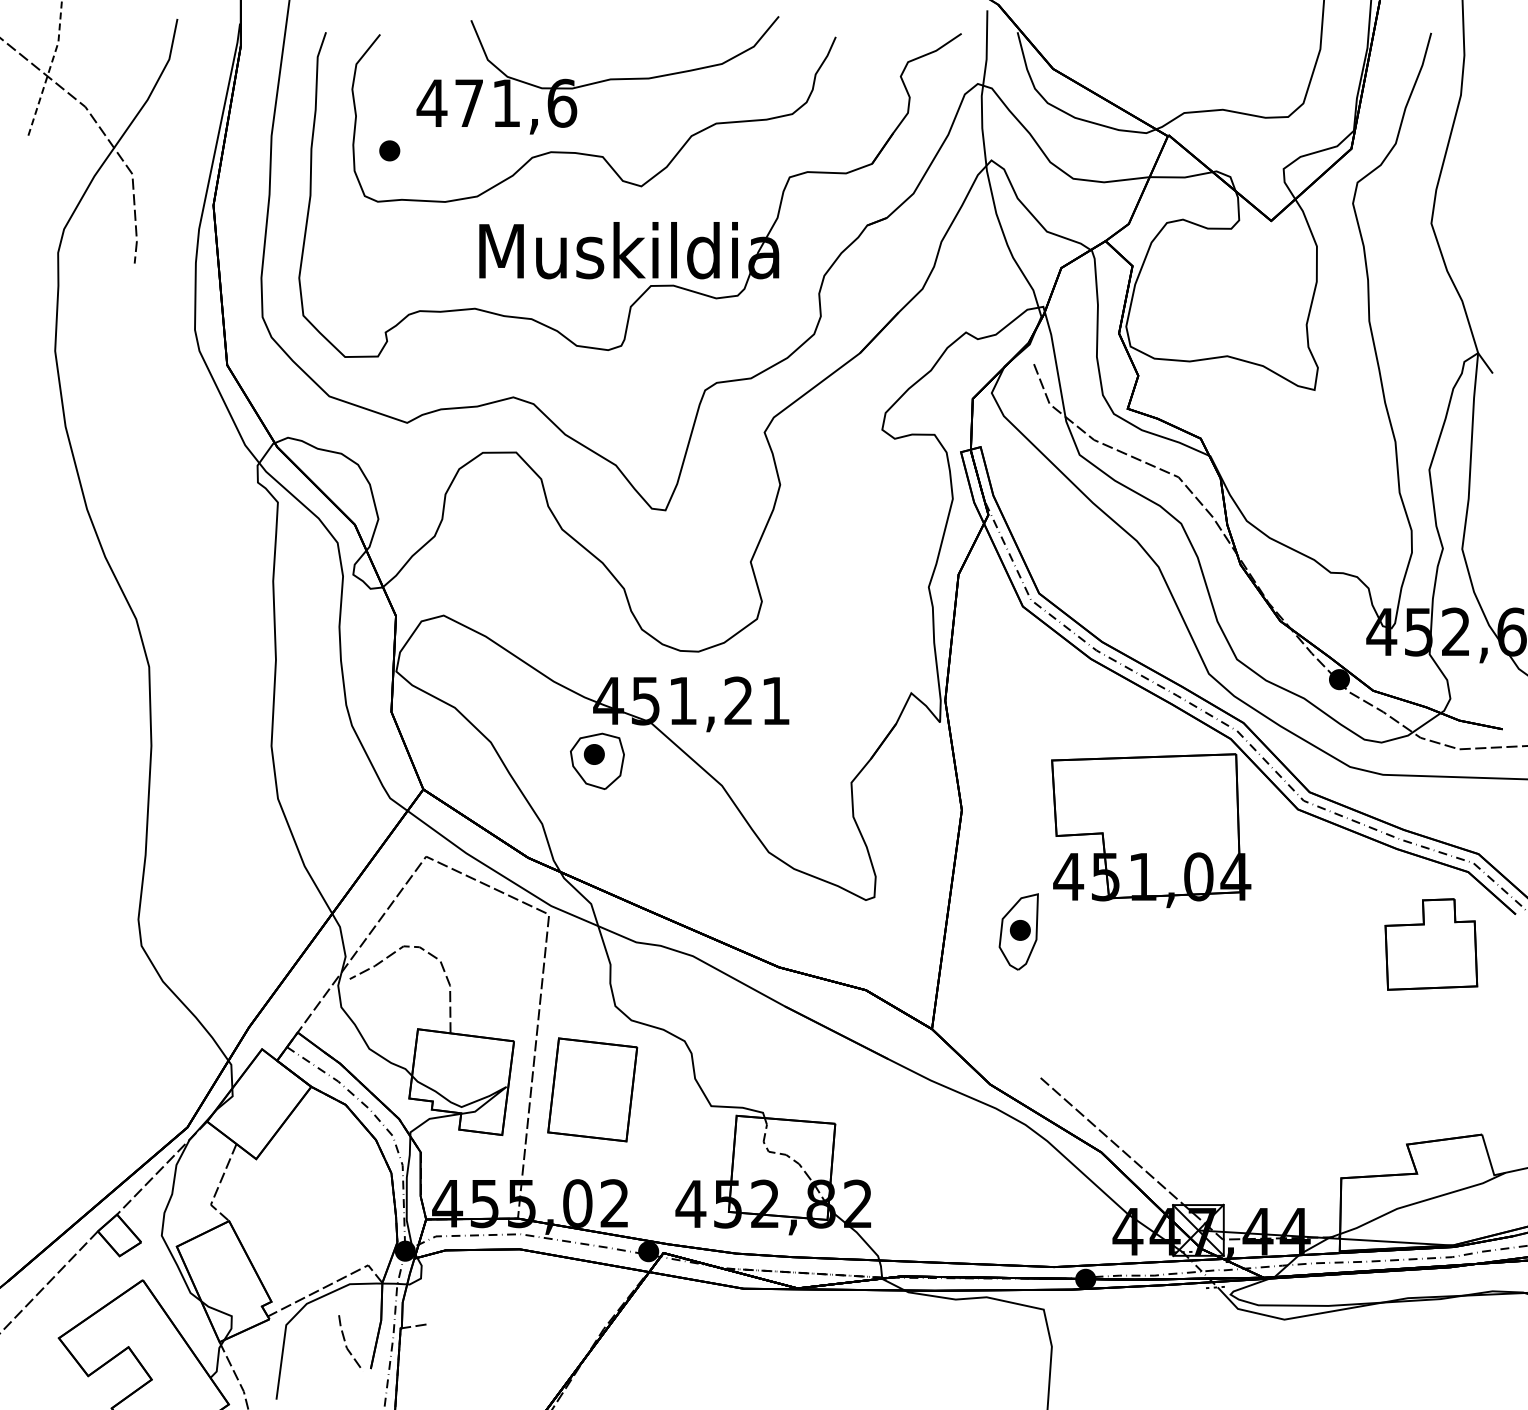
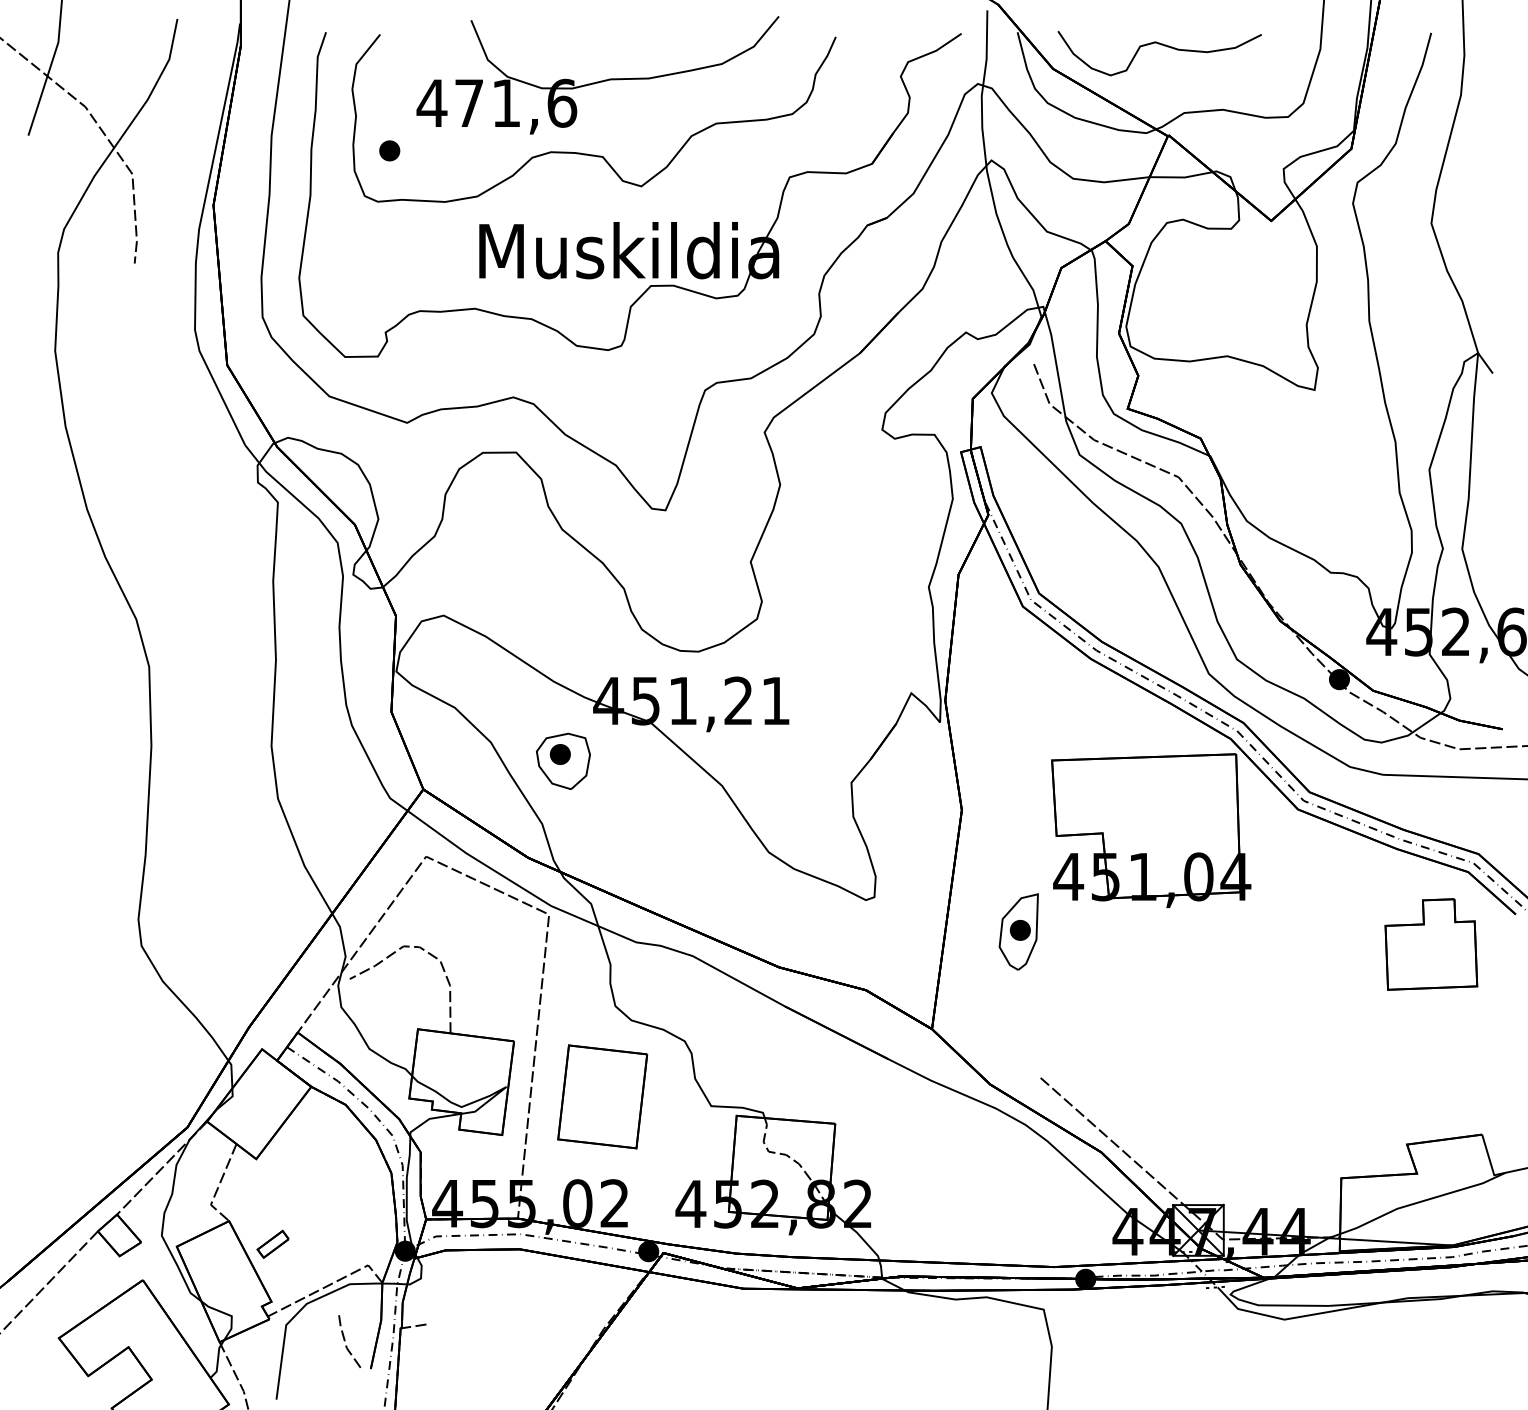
curve at (1161, 45): none -> present
line at (49, 68): dashed -> solid
part at (597, 760) position: (597, 760) -> (563, 760)
part at (592, 1089) position: (592, 1089) -> (602, 1096)
part at (272, 1243): none -> present
